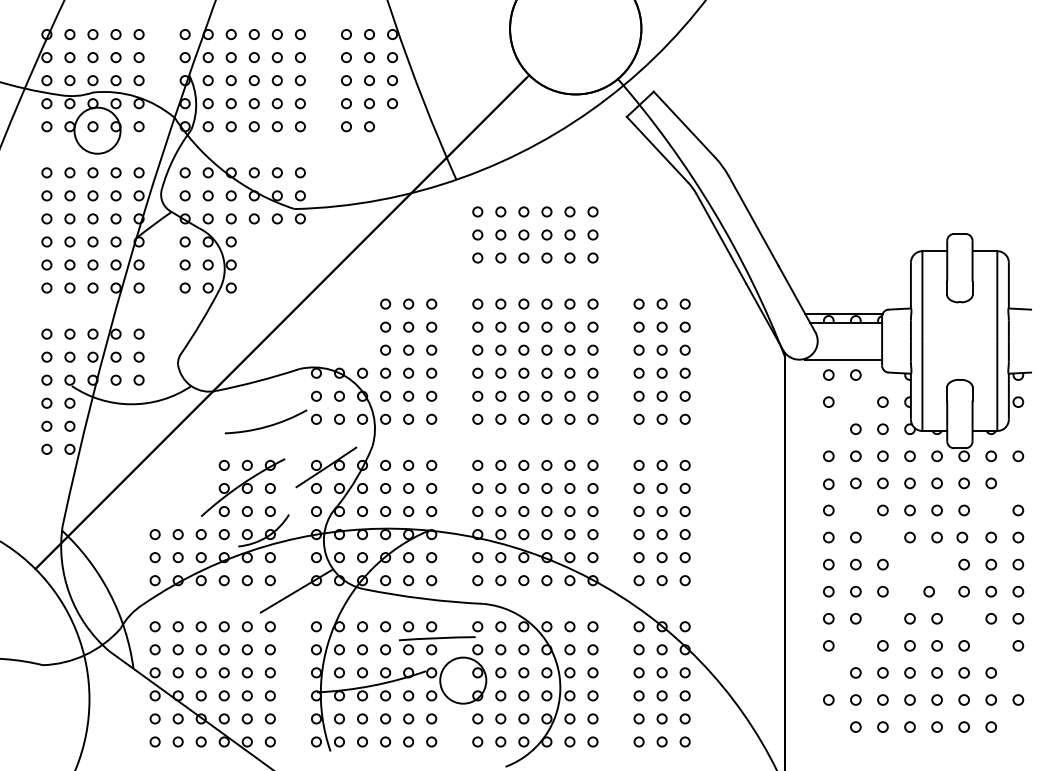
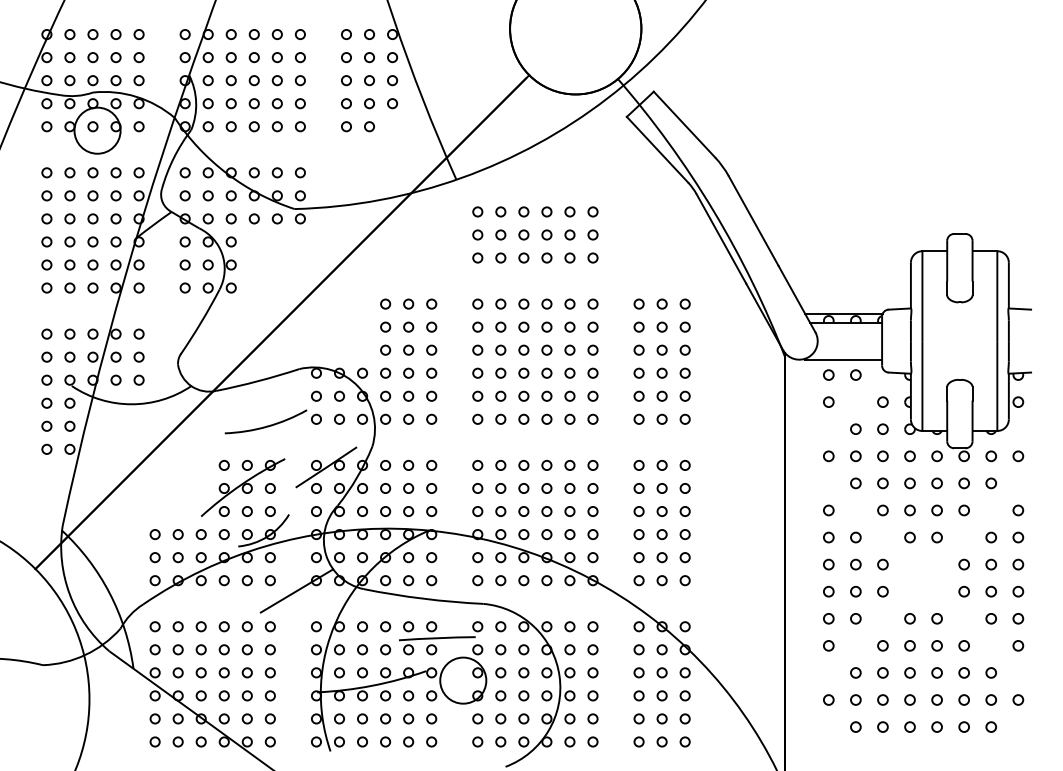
circle at (828, 484): present -> none
circle at (962, 537): present -> none
circle at (928, 591): present -> none
